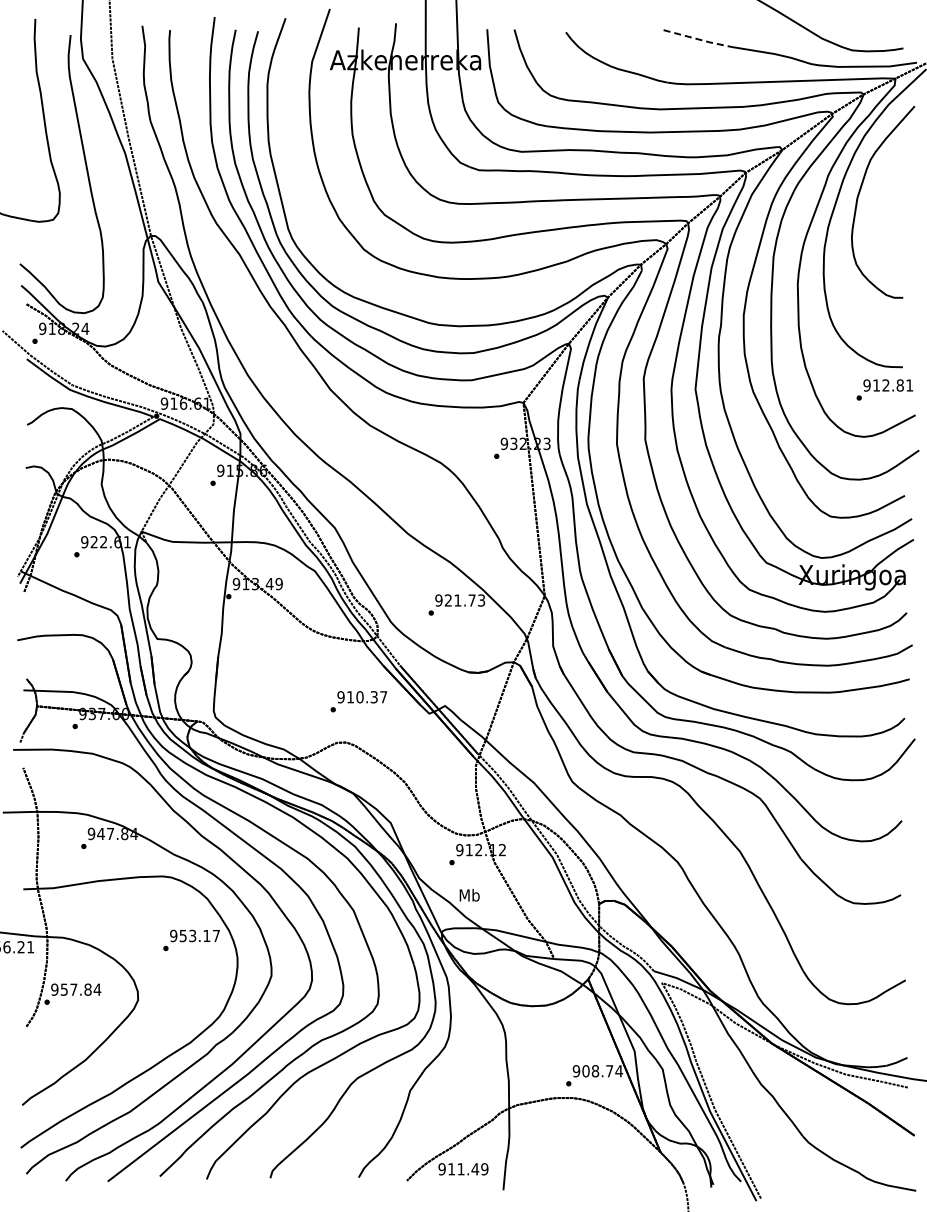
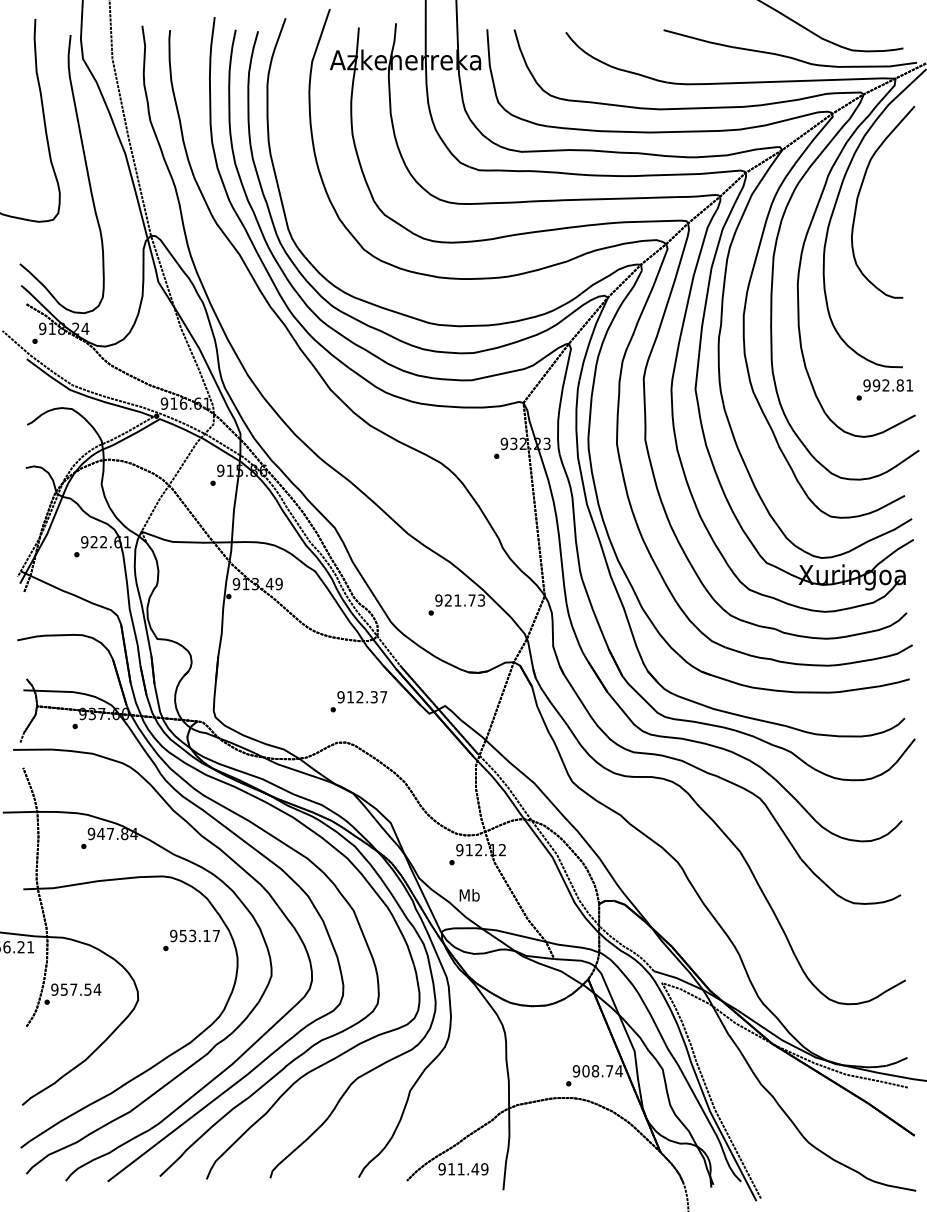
line at (698, 39): dashed -> solid
text at (876, 385): 912.81 -> 992.81
text at (359, 697): 910.37 -> 912.37
text at (87, 989): 957.84 -> 957.54
